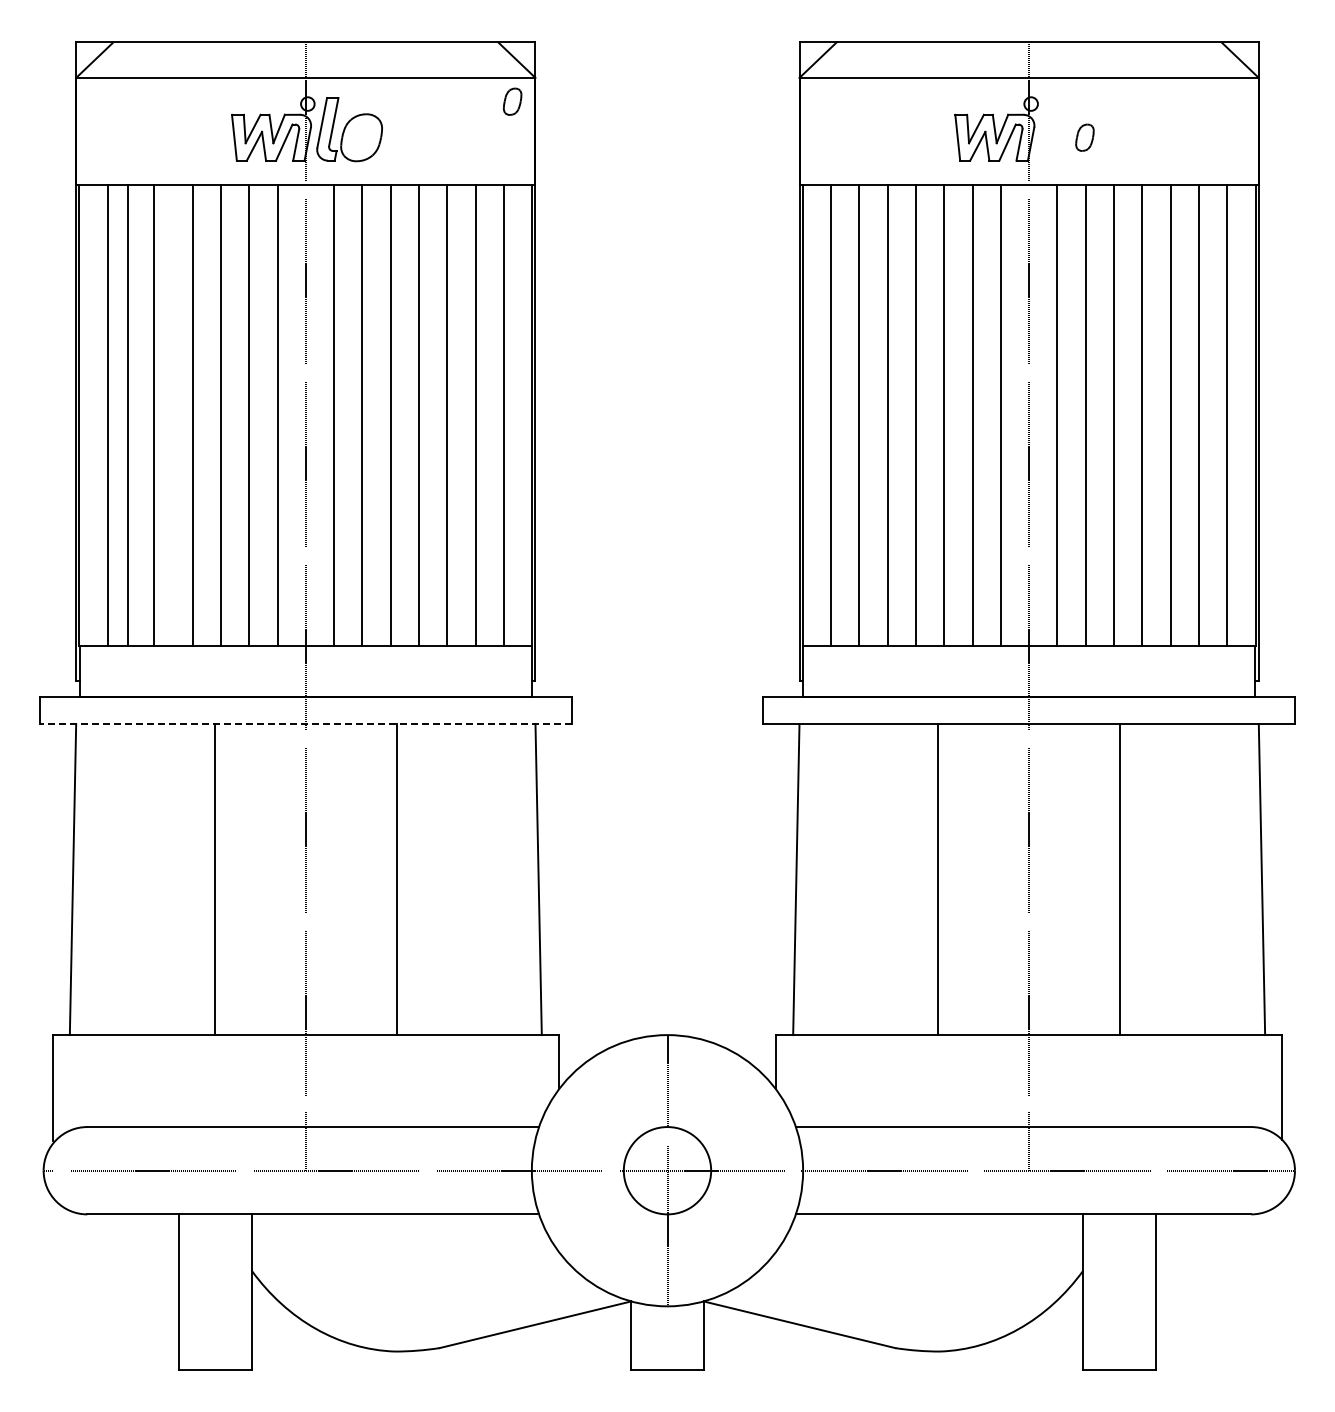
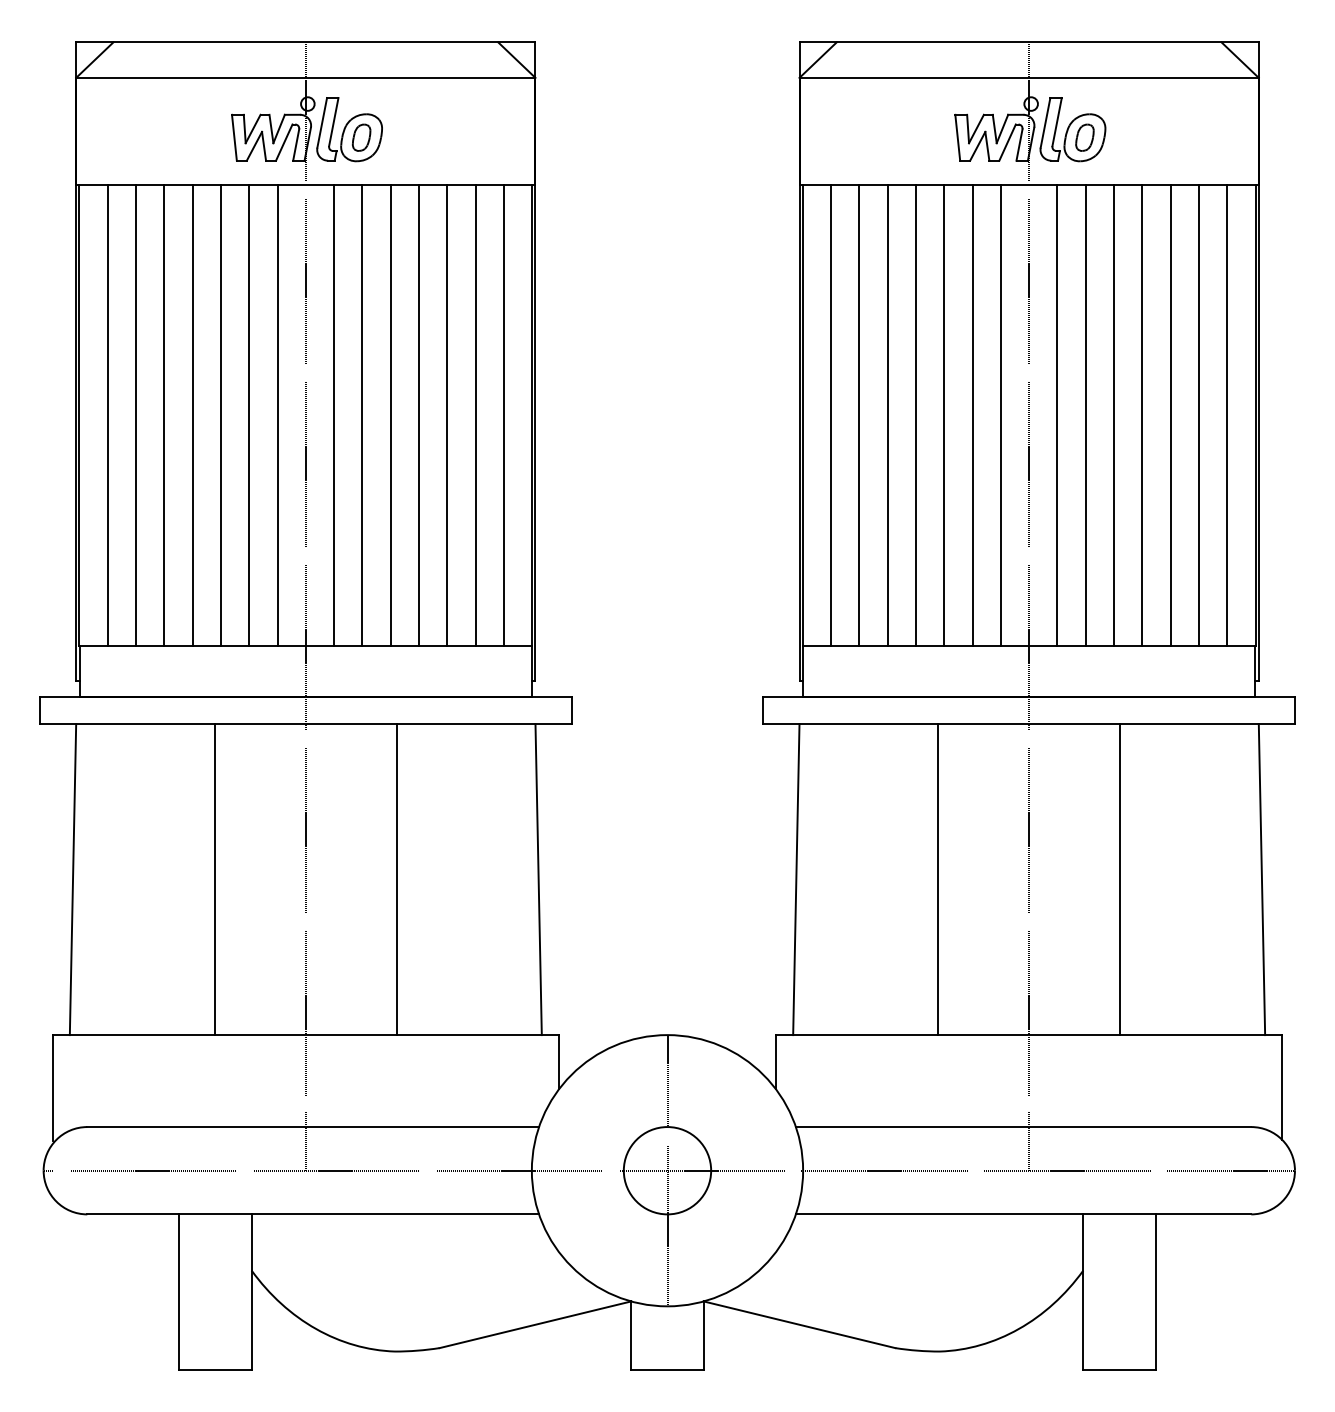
part at (512, 101) position: (512, 101) -> (361, 137)
part at (1072, 129): none -> present
line at (127, 415) position: (127, 415) -> (135, 415)
line at (154, 415) position: (154, 415) -> (164, 415)
line at (305, 724): dashed -> solid
